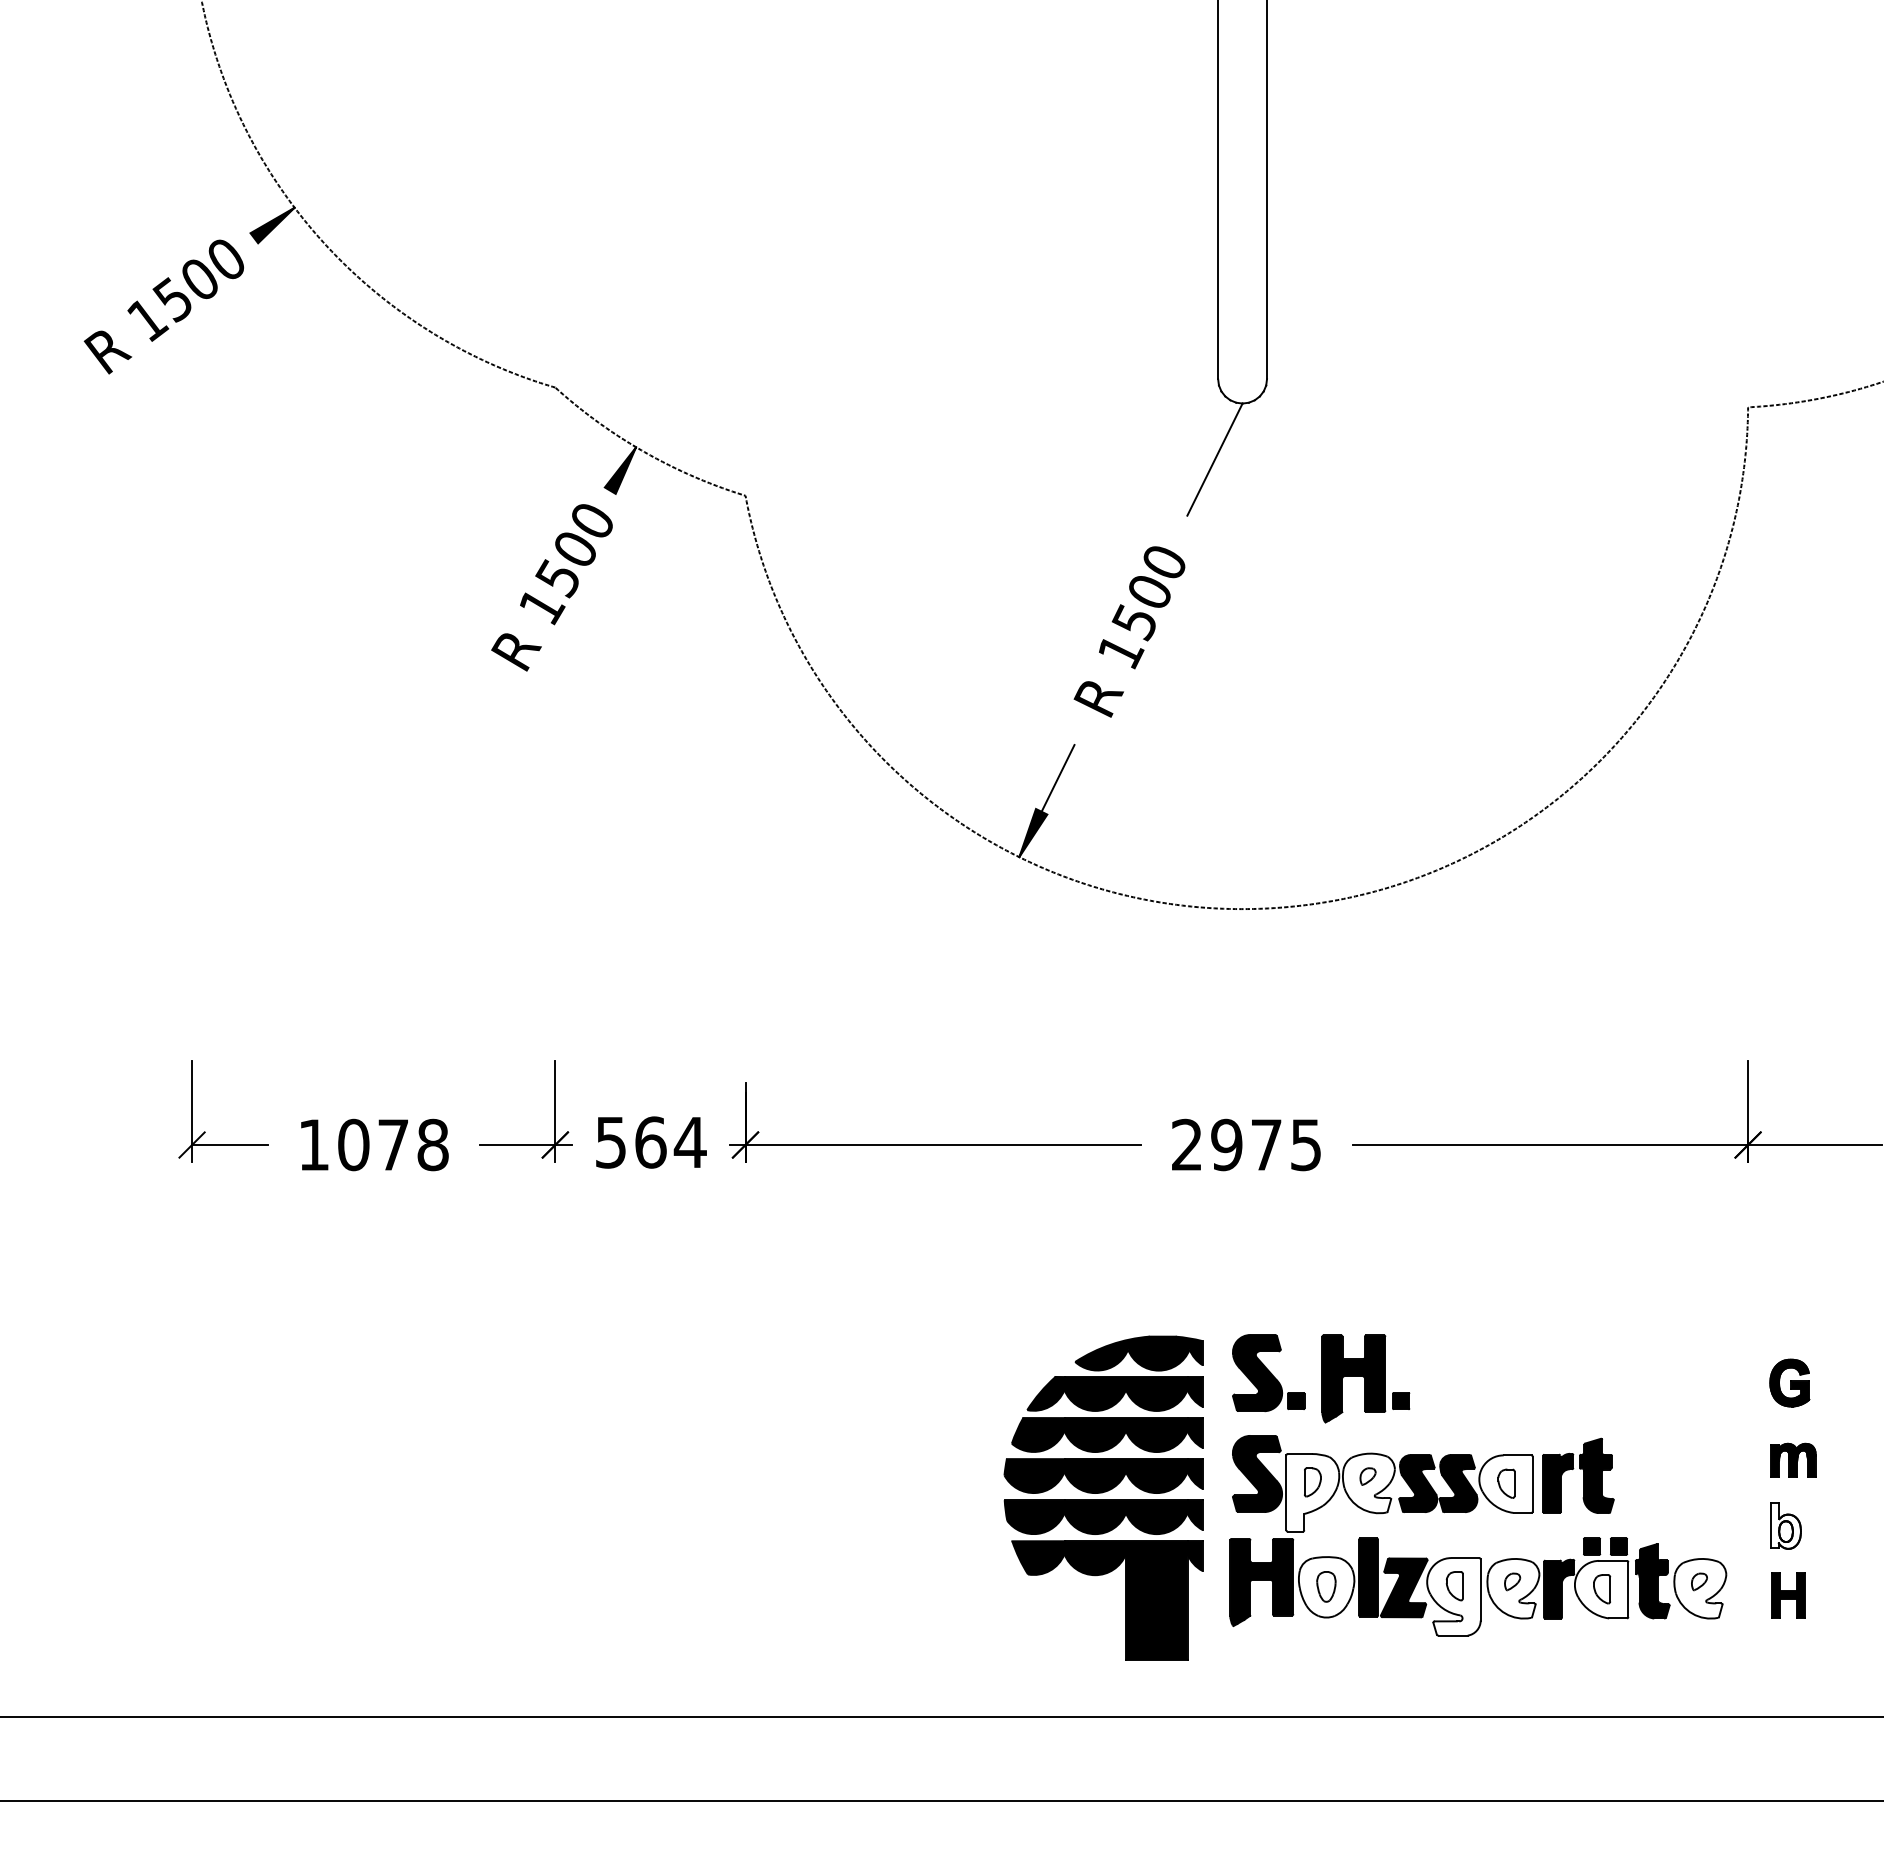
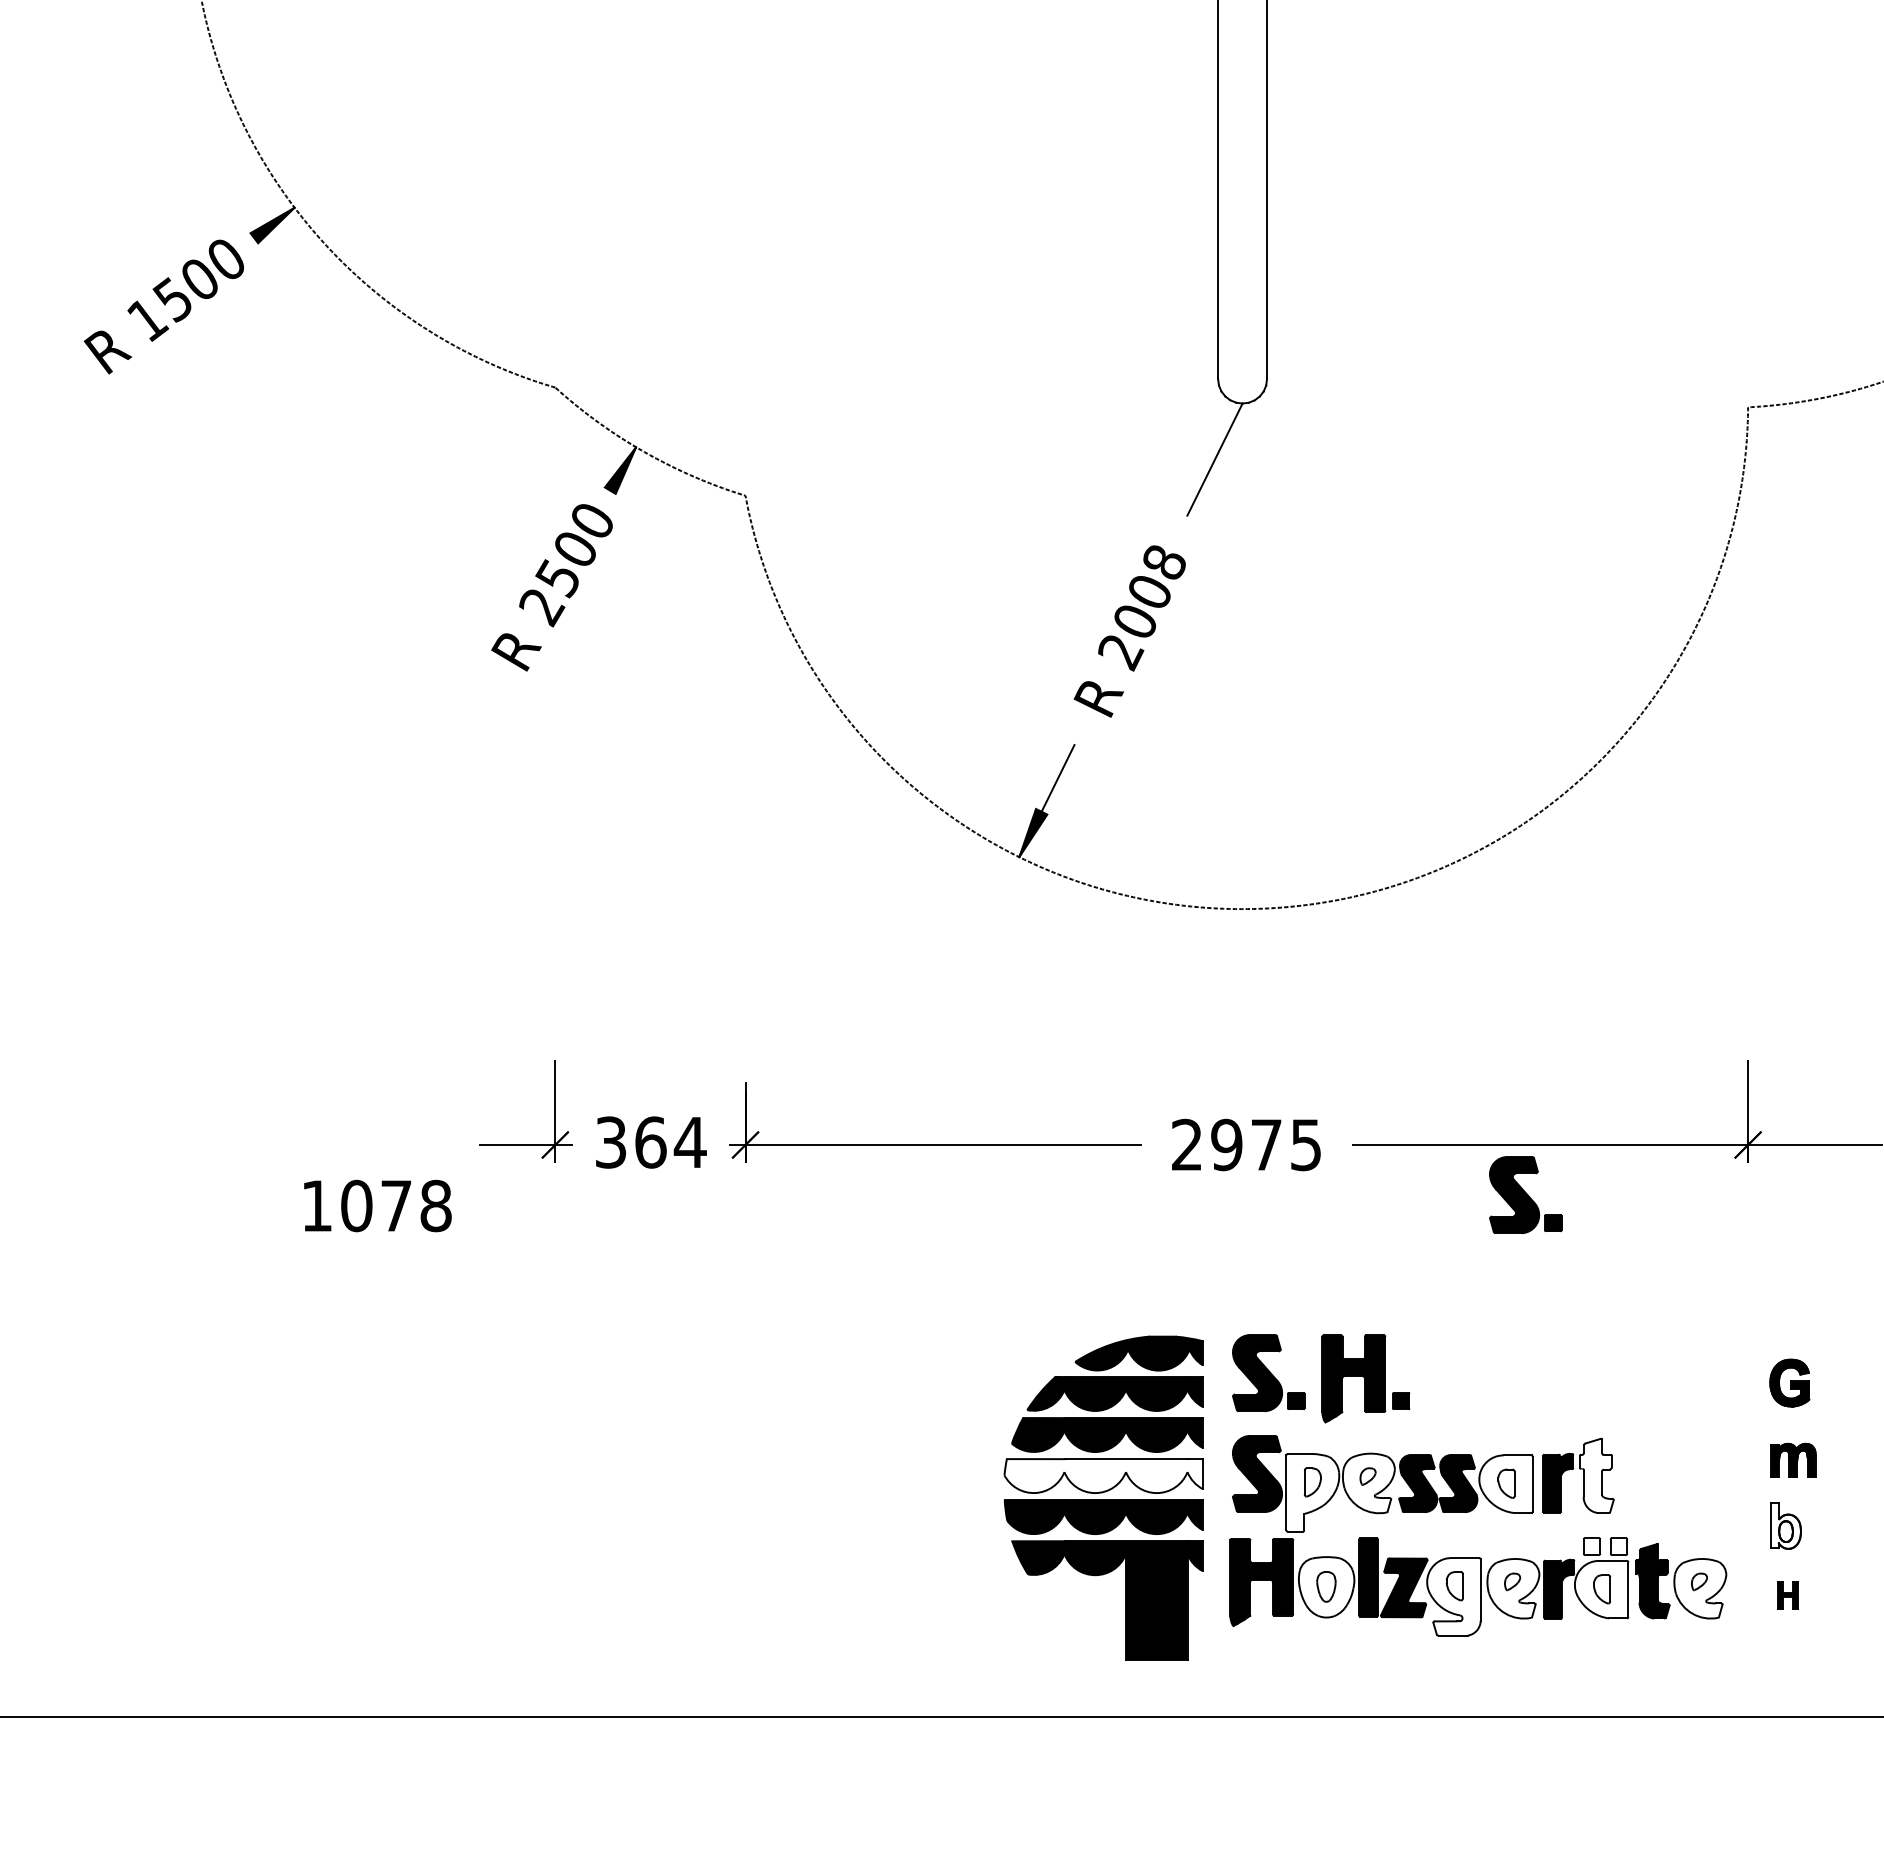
text at (542, 608): 1500 -> 2500
text at (1141, 608): 1500 -> 2008
part at (205, 1131): present -> none
text at (610, 1142): 564 -> 364
text at (374, 1144) position: (374, 1144) -> (377, 1205)
part at (1525, 1195): none -> present
fill at (1596, 1475): present -> none
fill at (1103, 1476): present -> none
fill at (1591, 1546): present -> none
fill at (1618, 1546): present -> none
part at (1788, 1595) size: 35x47 px -> 22x29 px
line at (941, 1801): present -> none
